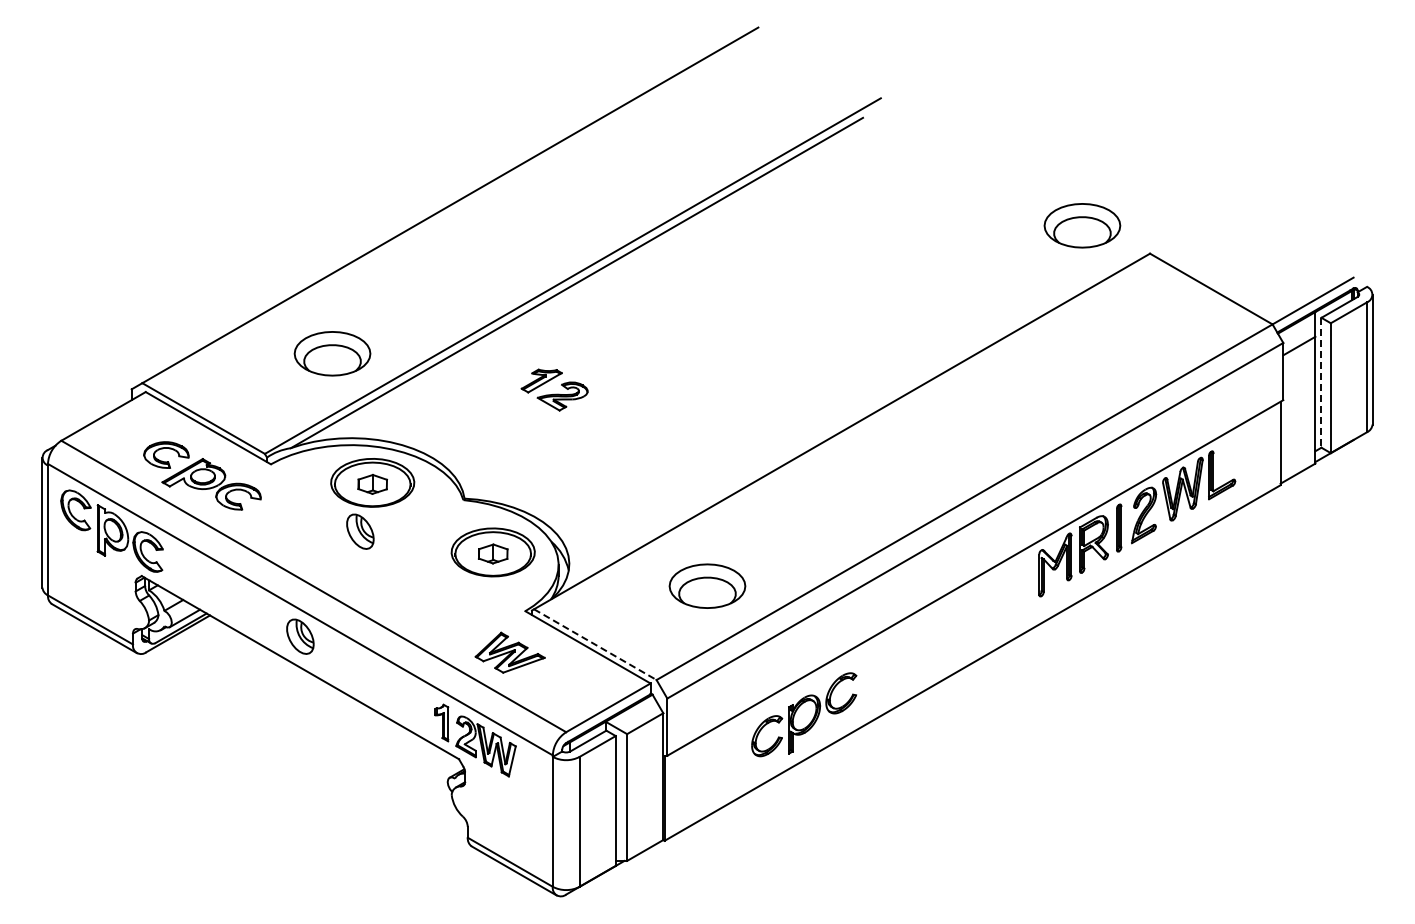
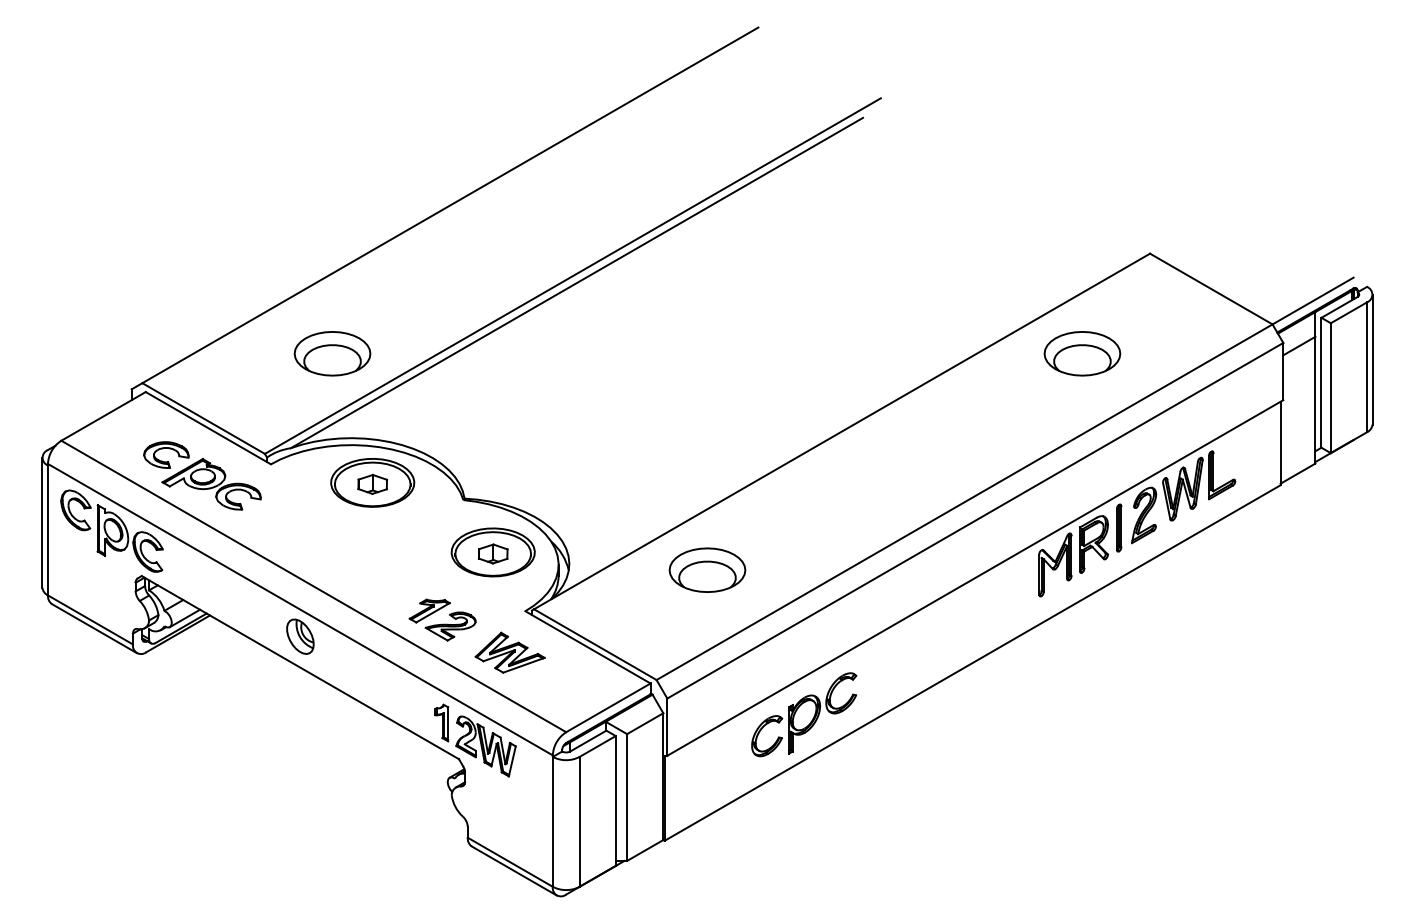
part at (1082, 225) position: (1082, 225) -> (1082, 353)
line at (1321, 382): dashed -> solid
part at (554, 389) position: (554, 389) -> (442, 619)
part at (360, 531): present -> none
part at (707, 585) position: (707, 585) -> (707, 569)
line at (595, 644): dashed -> solid
